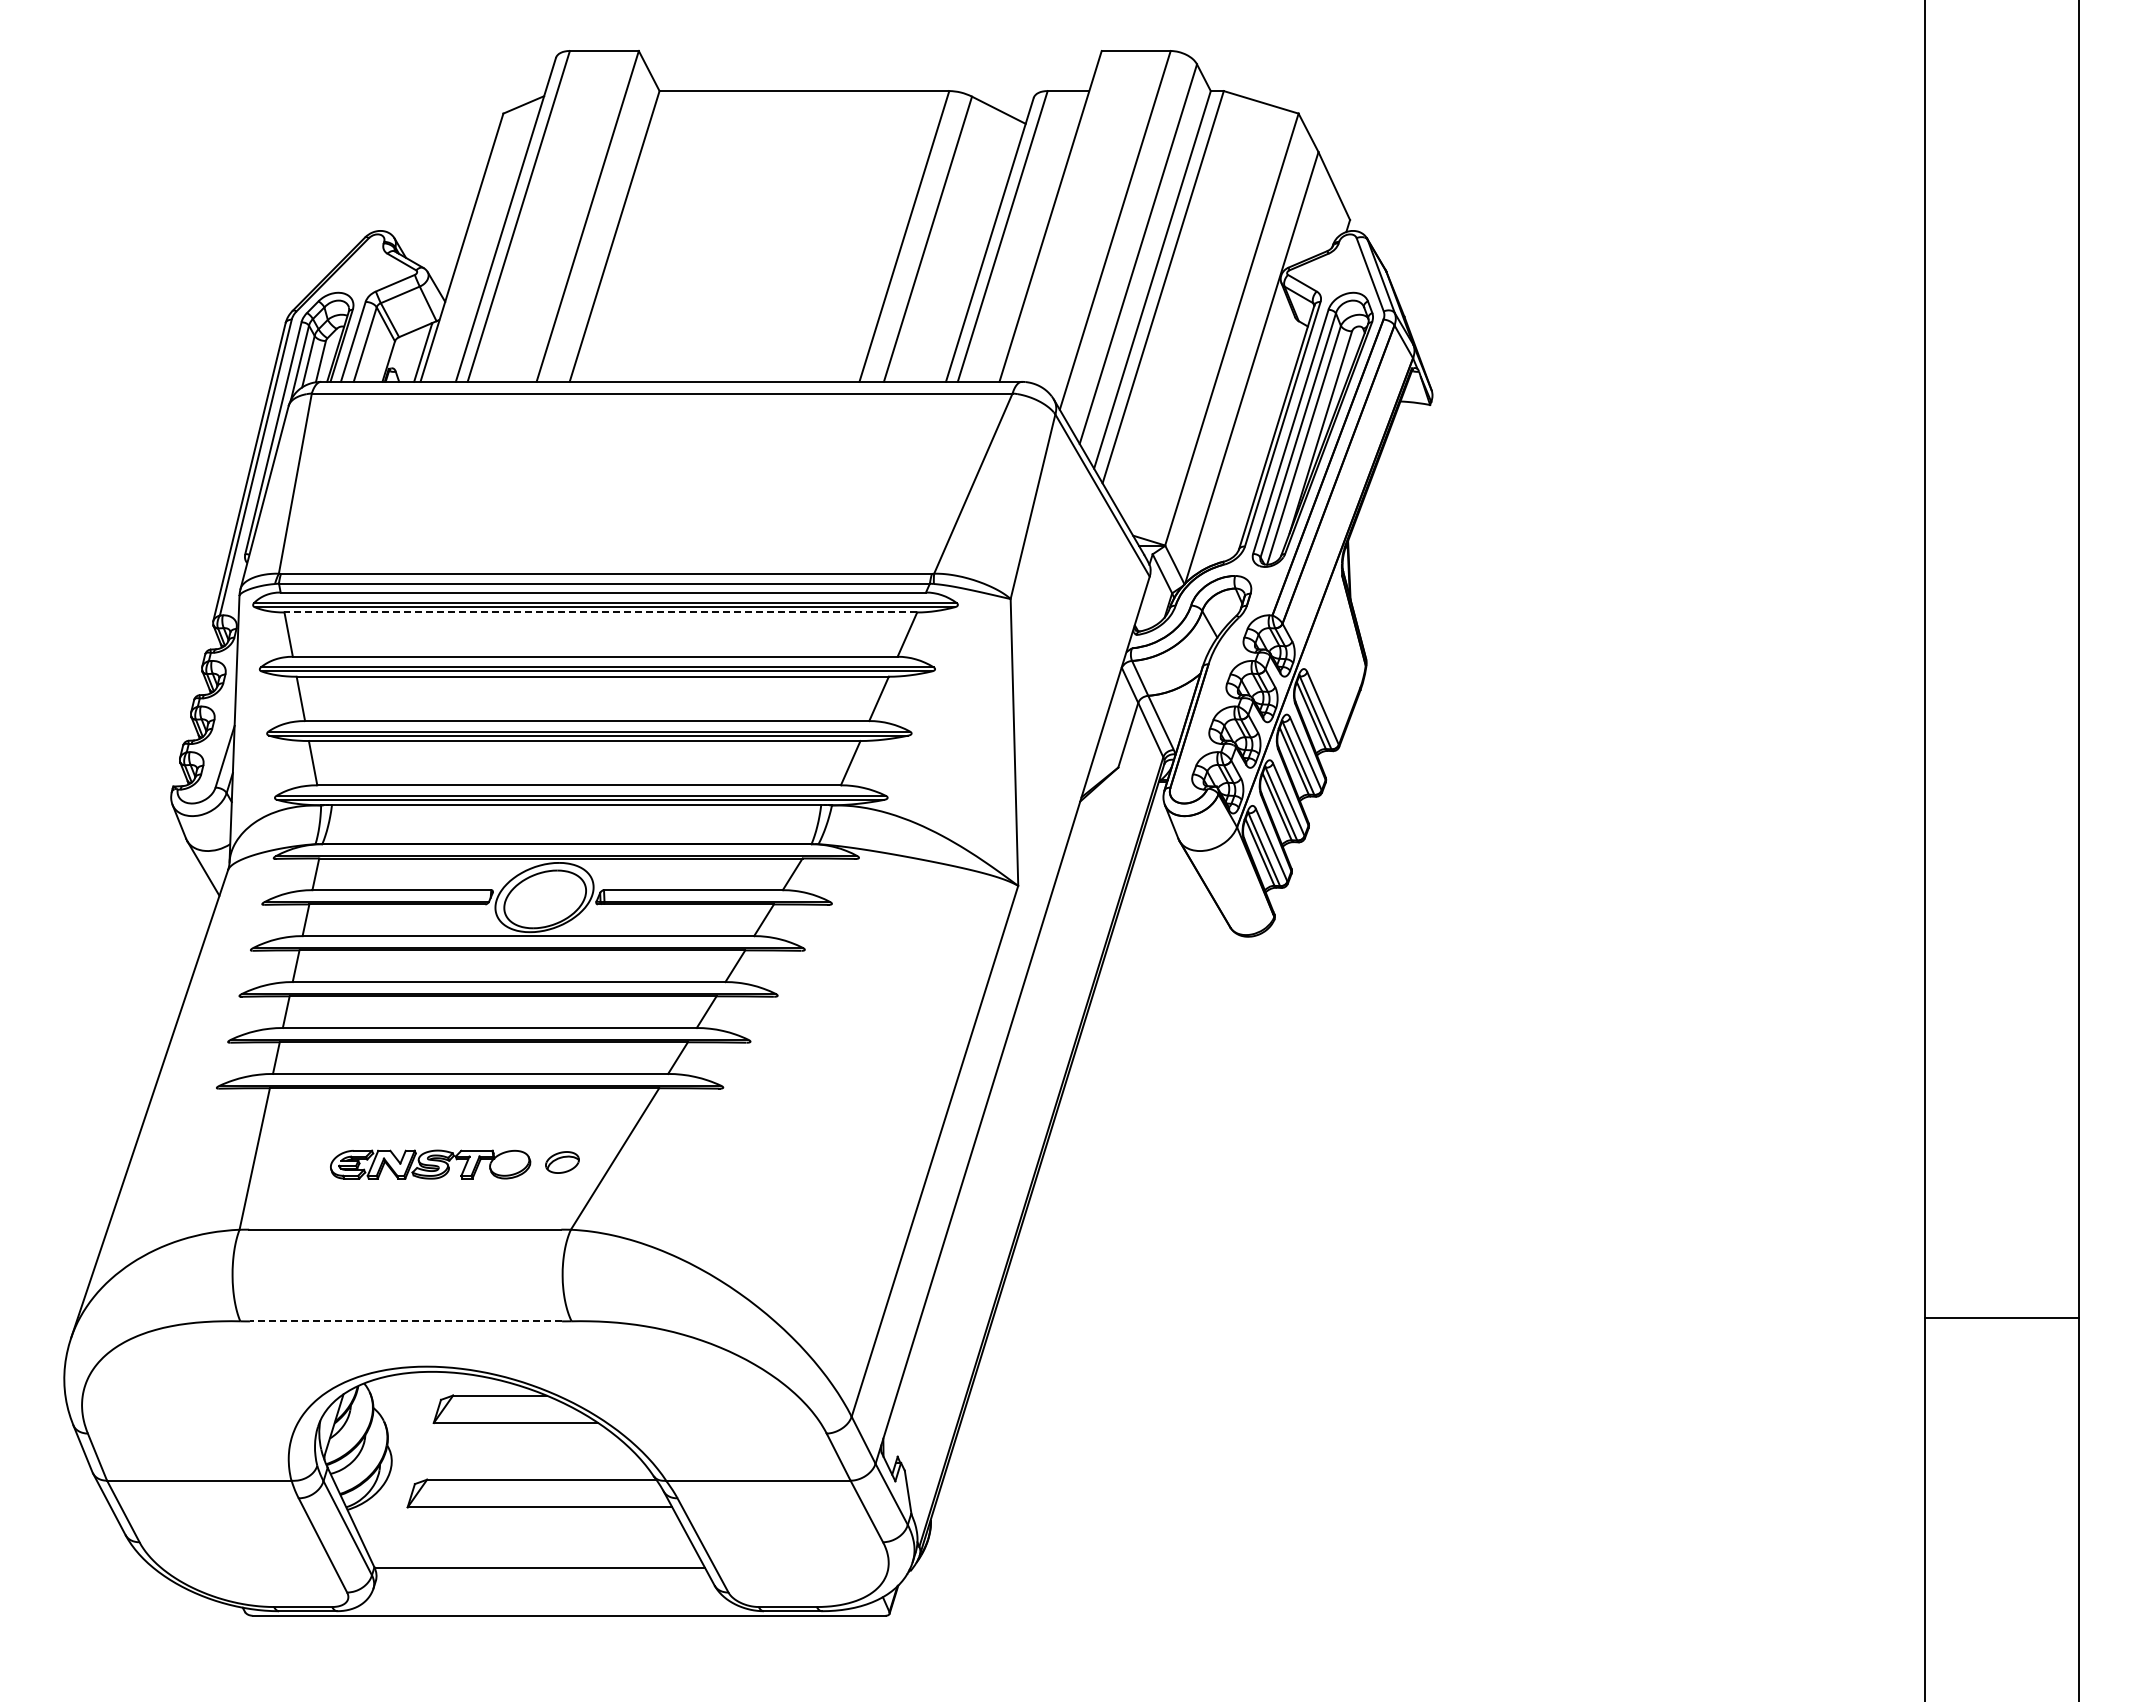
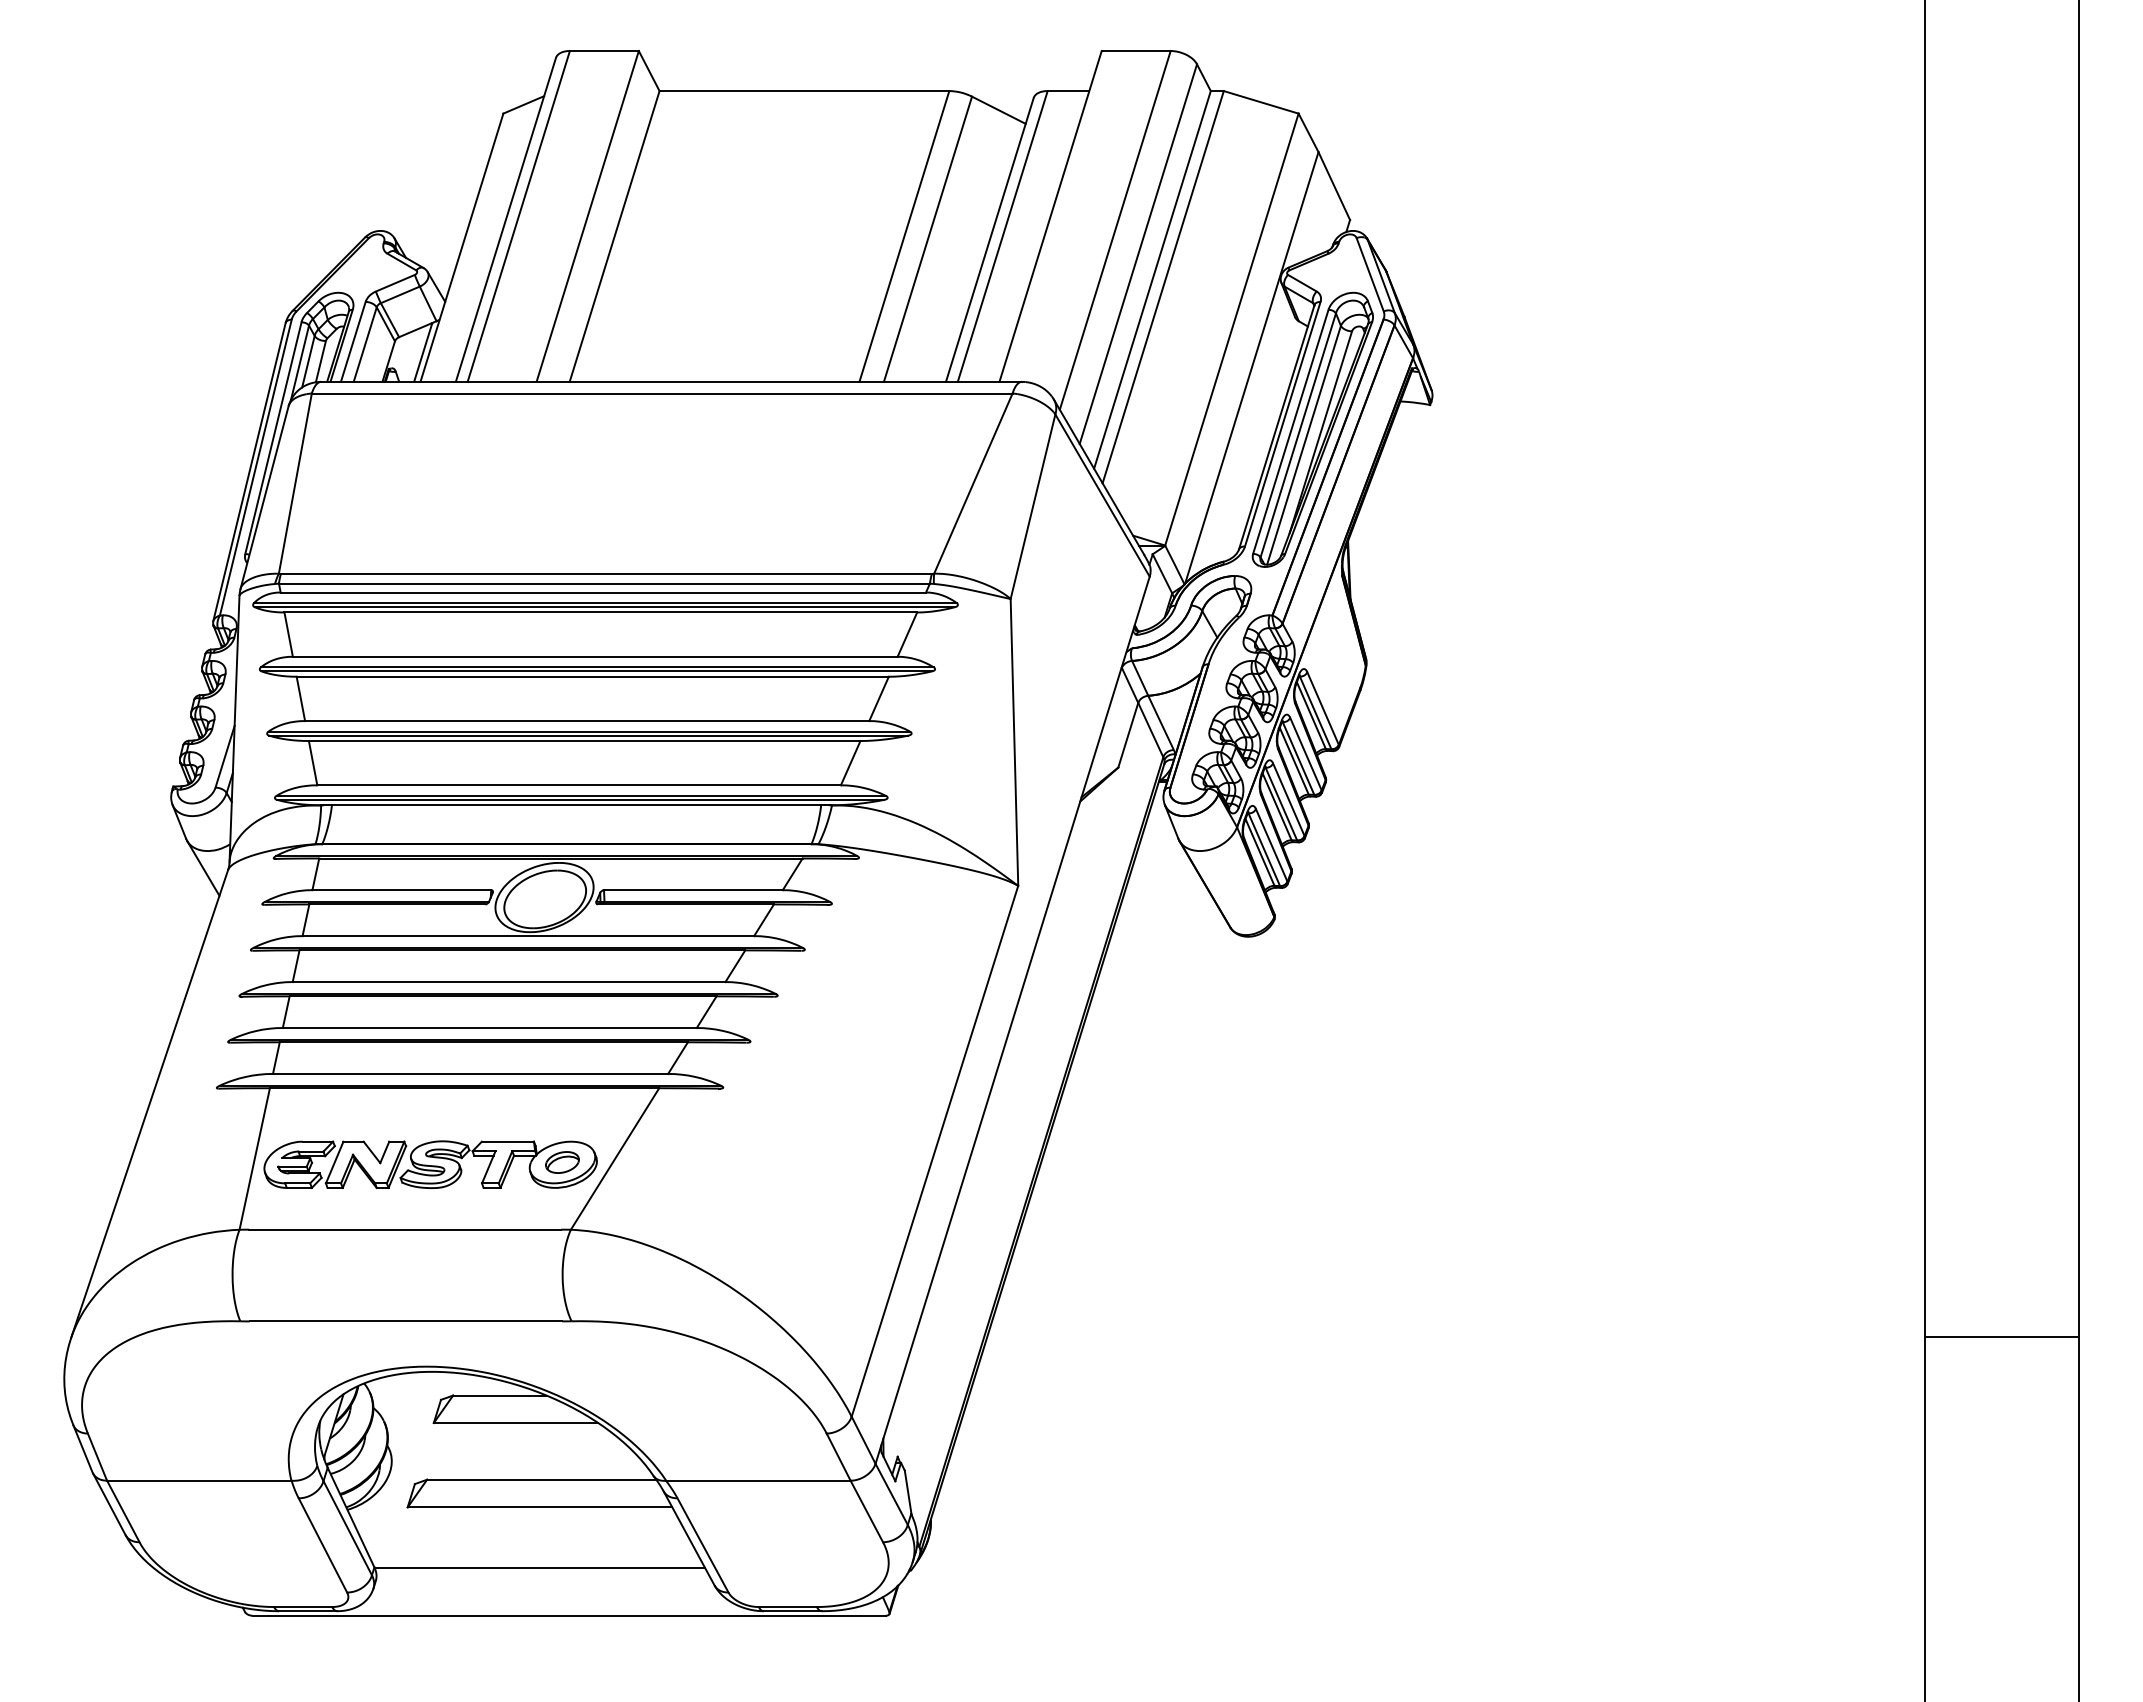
line at (600, 612): dashed -> solid
part at (430, 1164) size: 202x31 px -> 335x49 px
line at (2001, 1318) position: (2001, 1318) -> (2001, 1337)
line at (405, 1321): dashed -> solid
